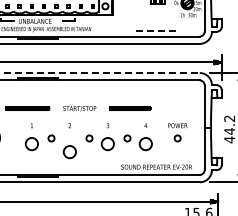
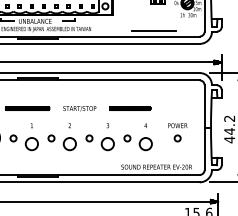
line at (153, 30): dashed -> solid
line at (99, 73): dashed -> solid
circle at (13, 138): none -> present
circle at (69, 152) position: (69, 152) -> (69, 144)
